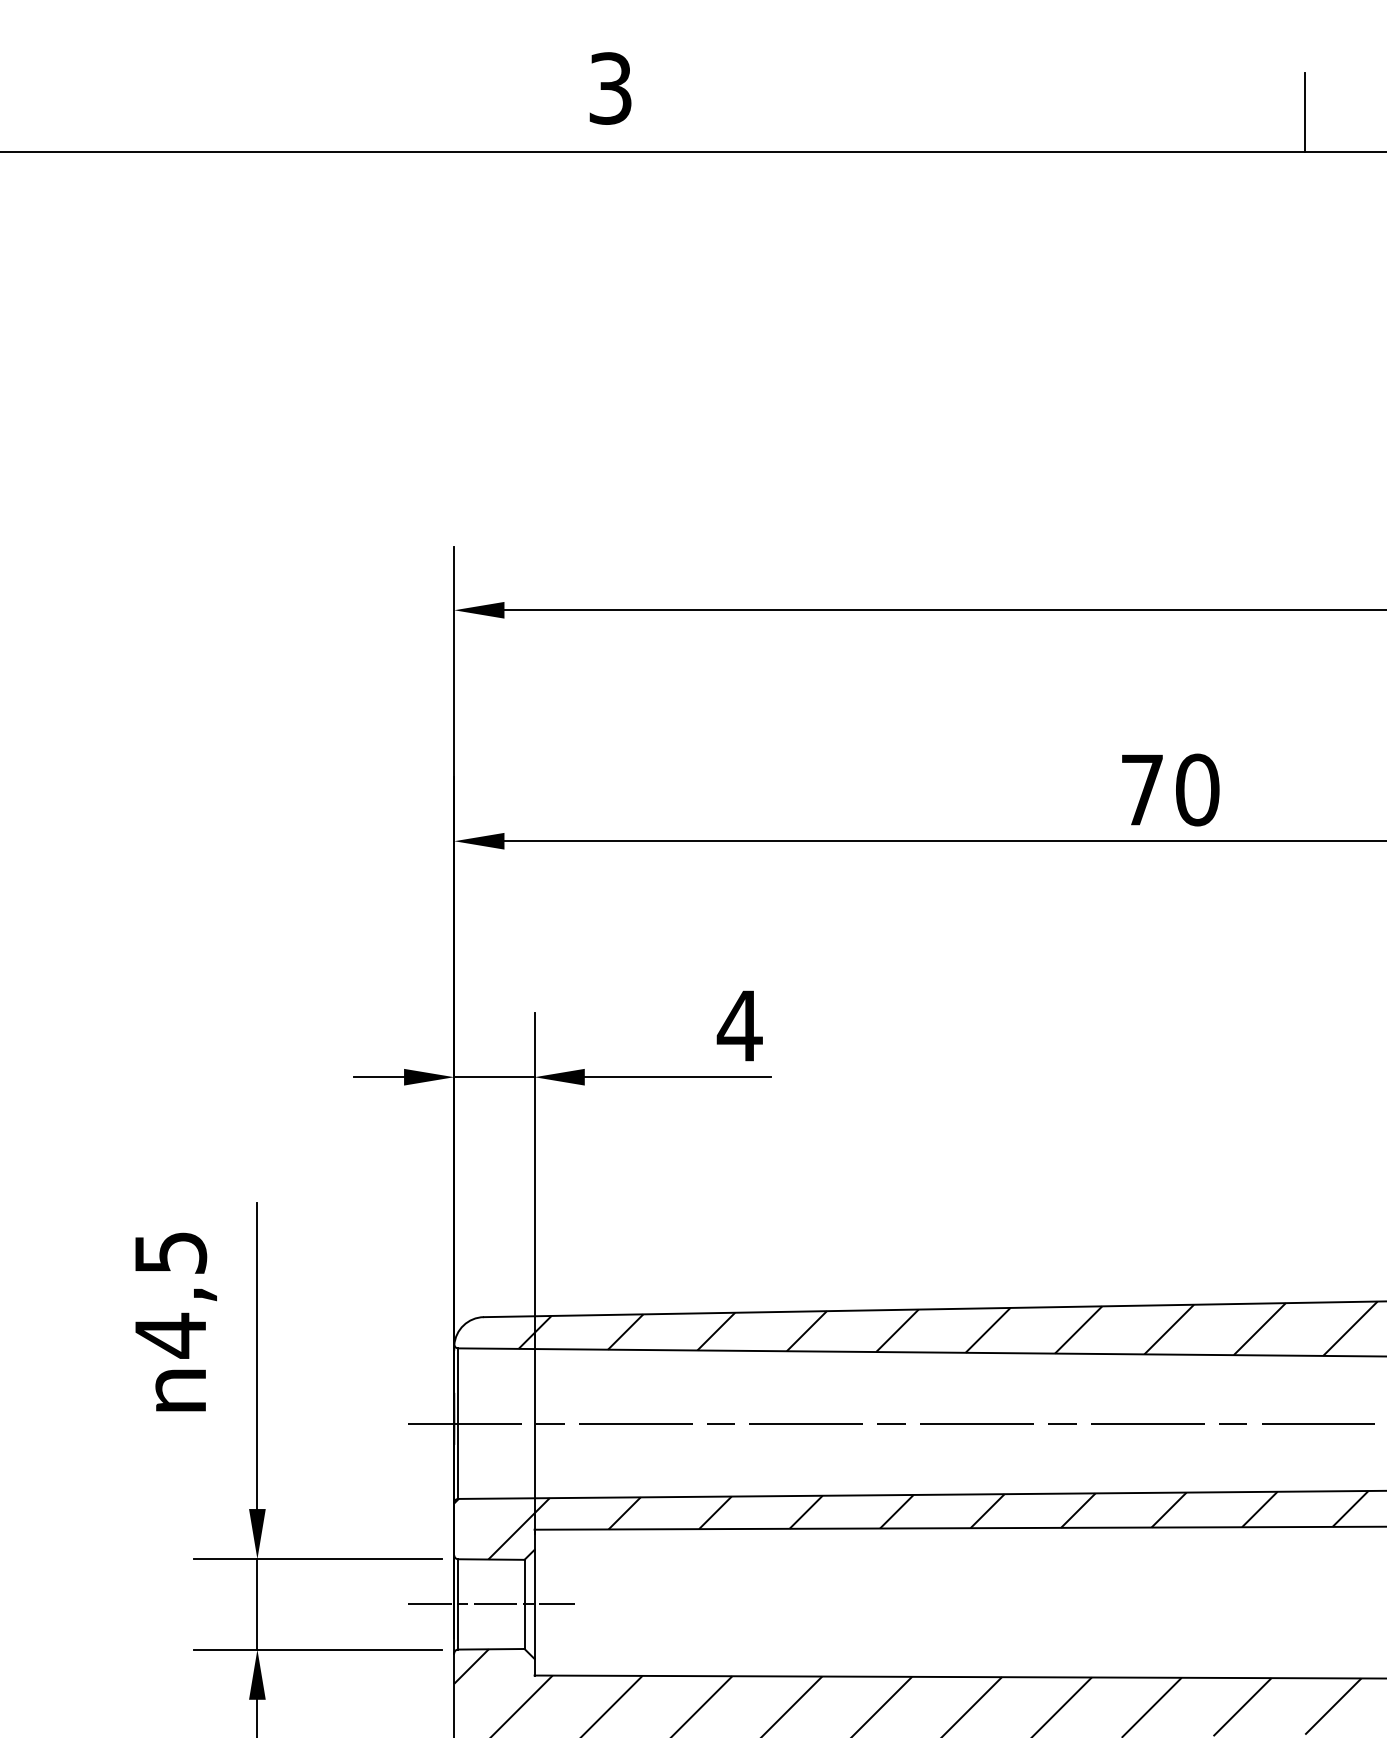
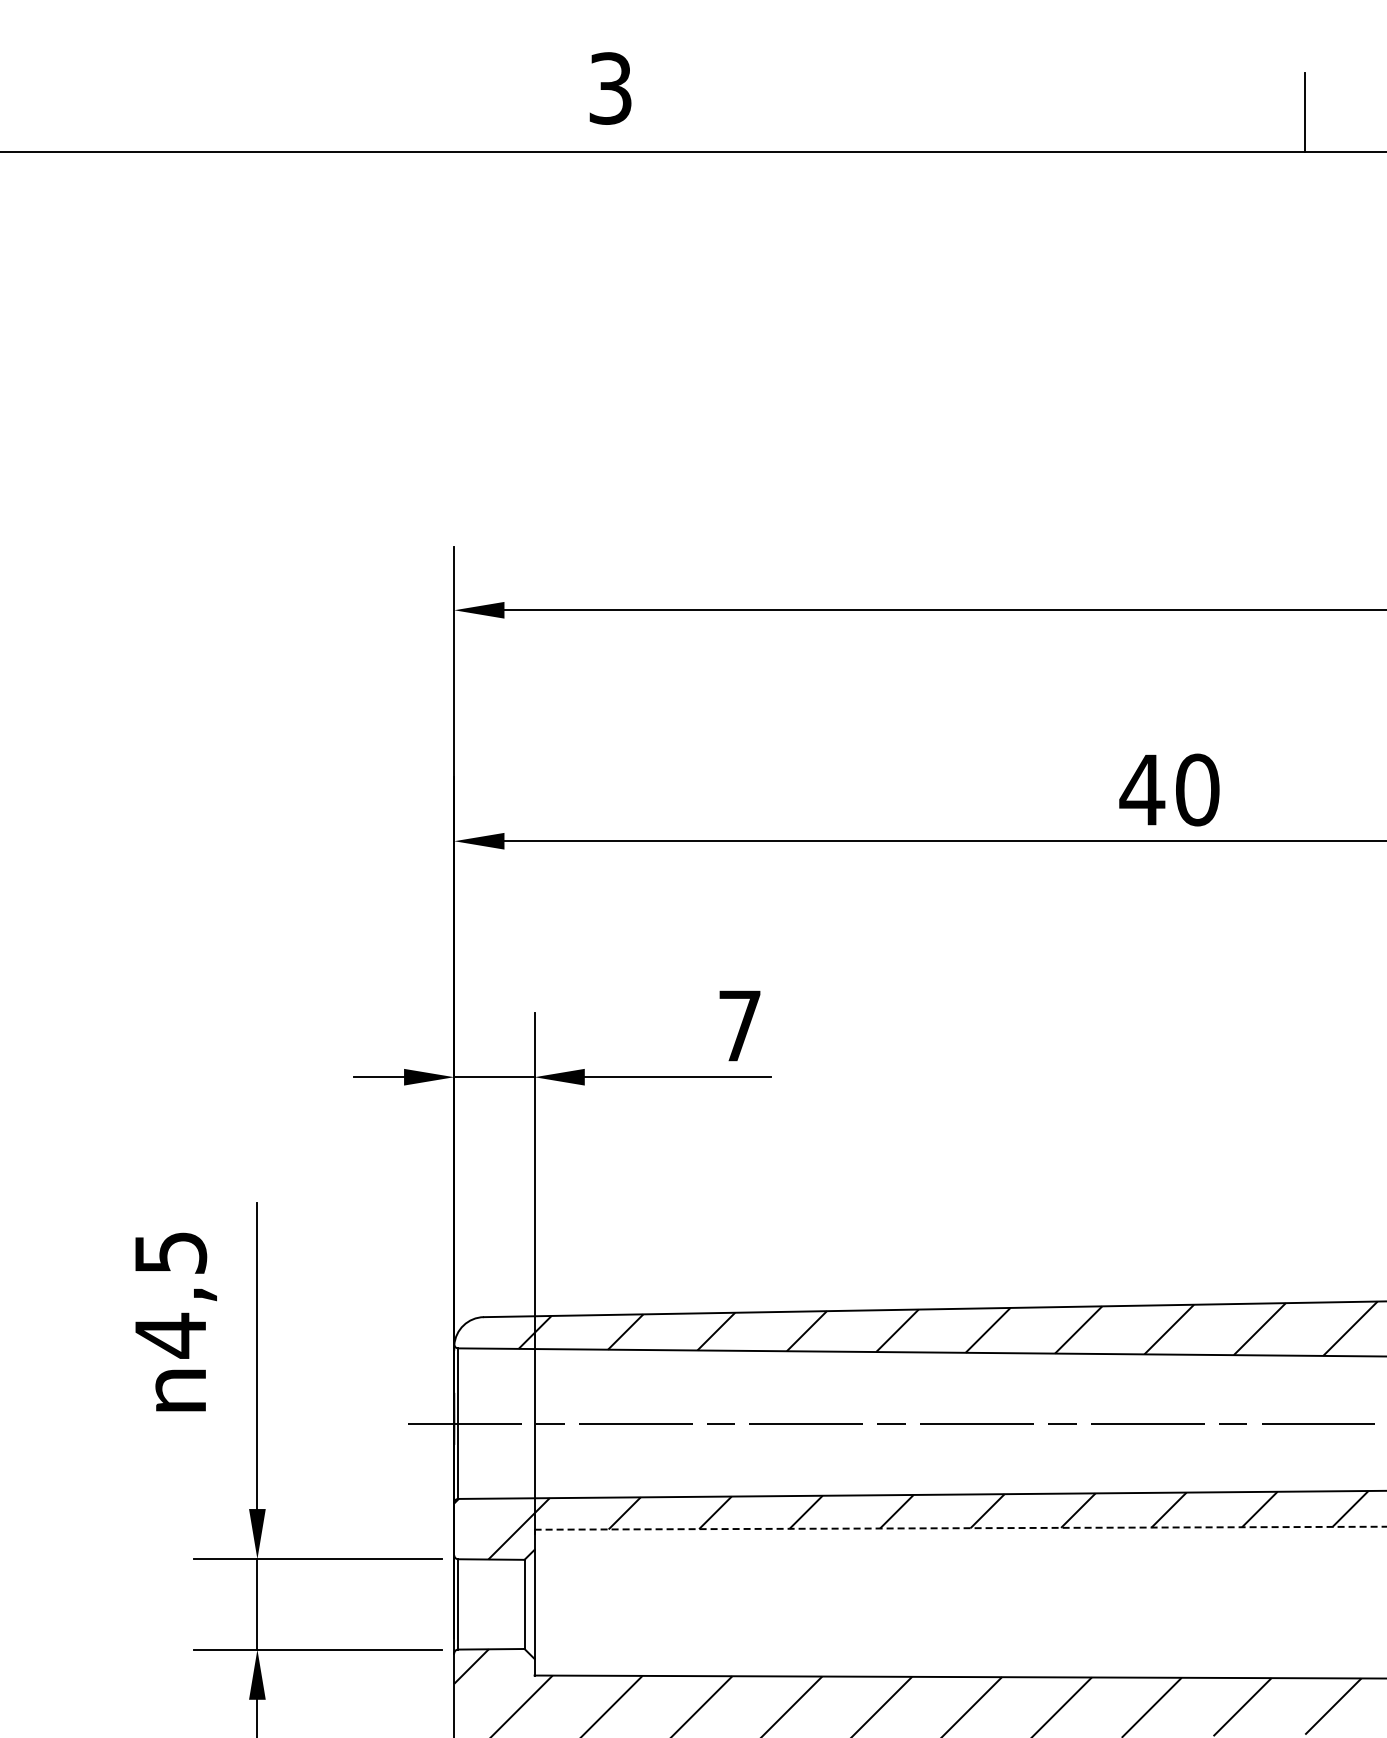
text at (1142, 789): 70 -> 40
text at (739, 1025): 4 -> 7
line at (960, 1528): solid -> dashed
line at (491, 1604): present -> none
